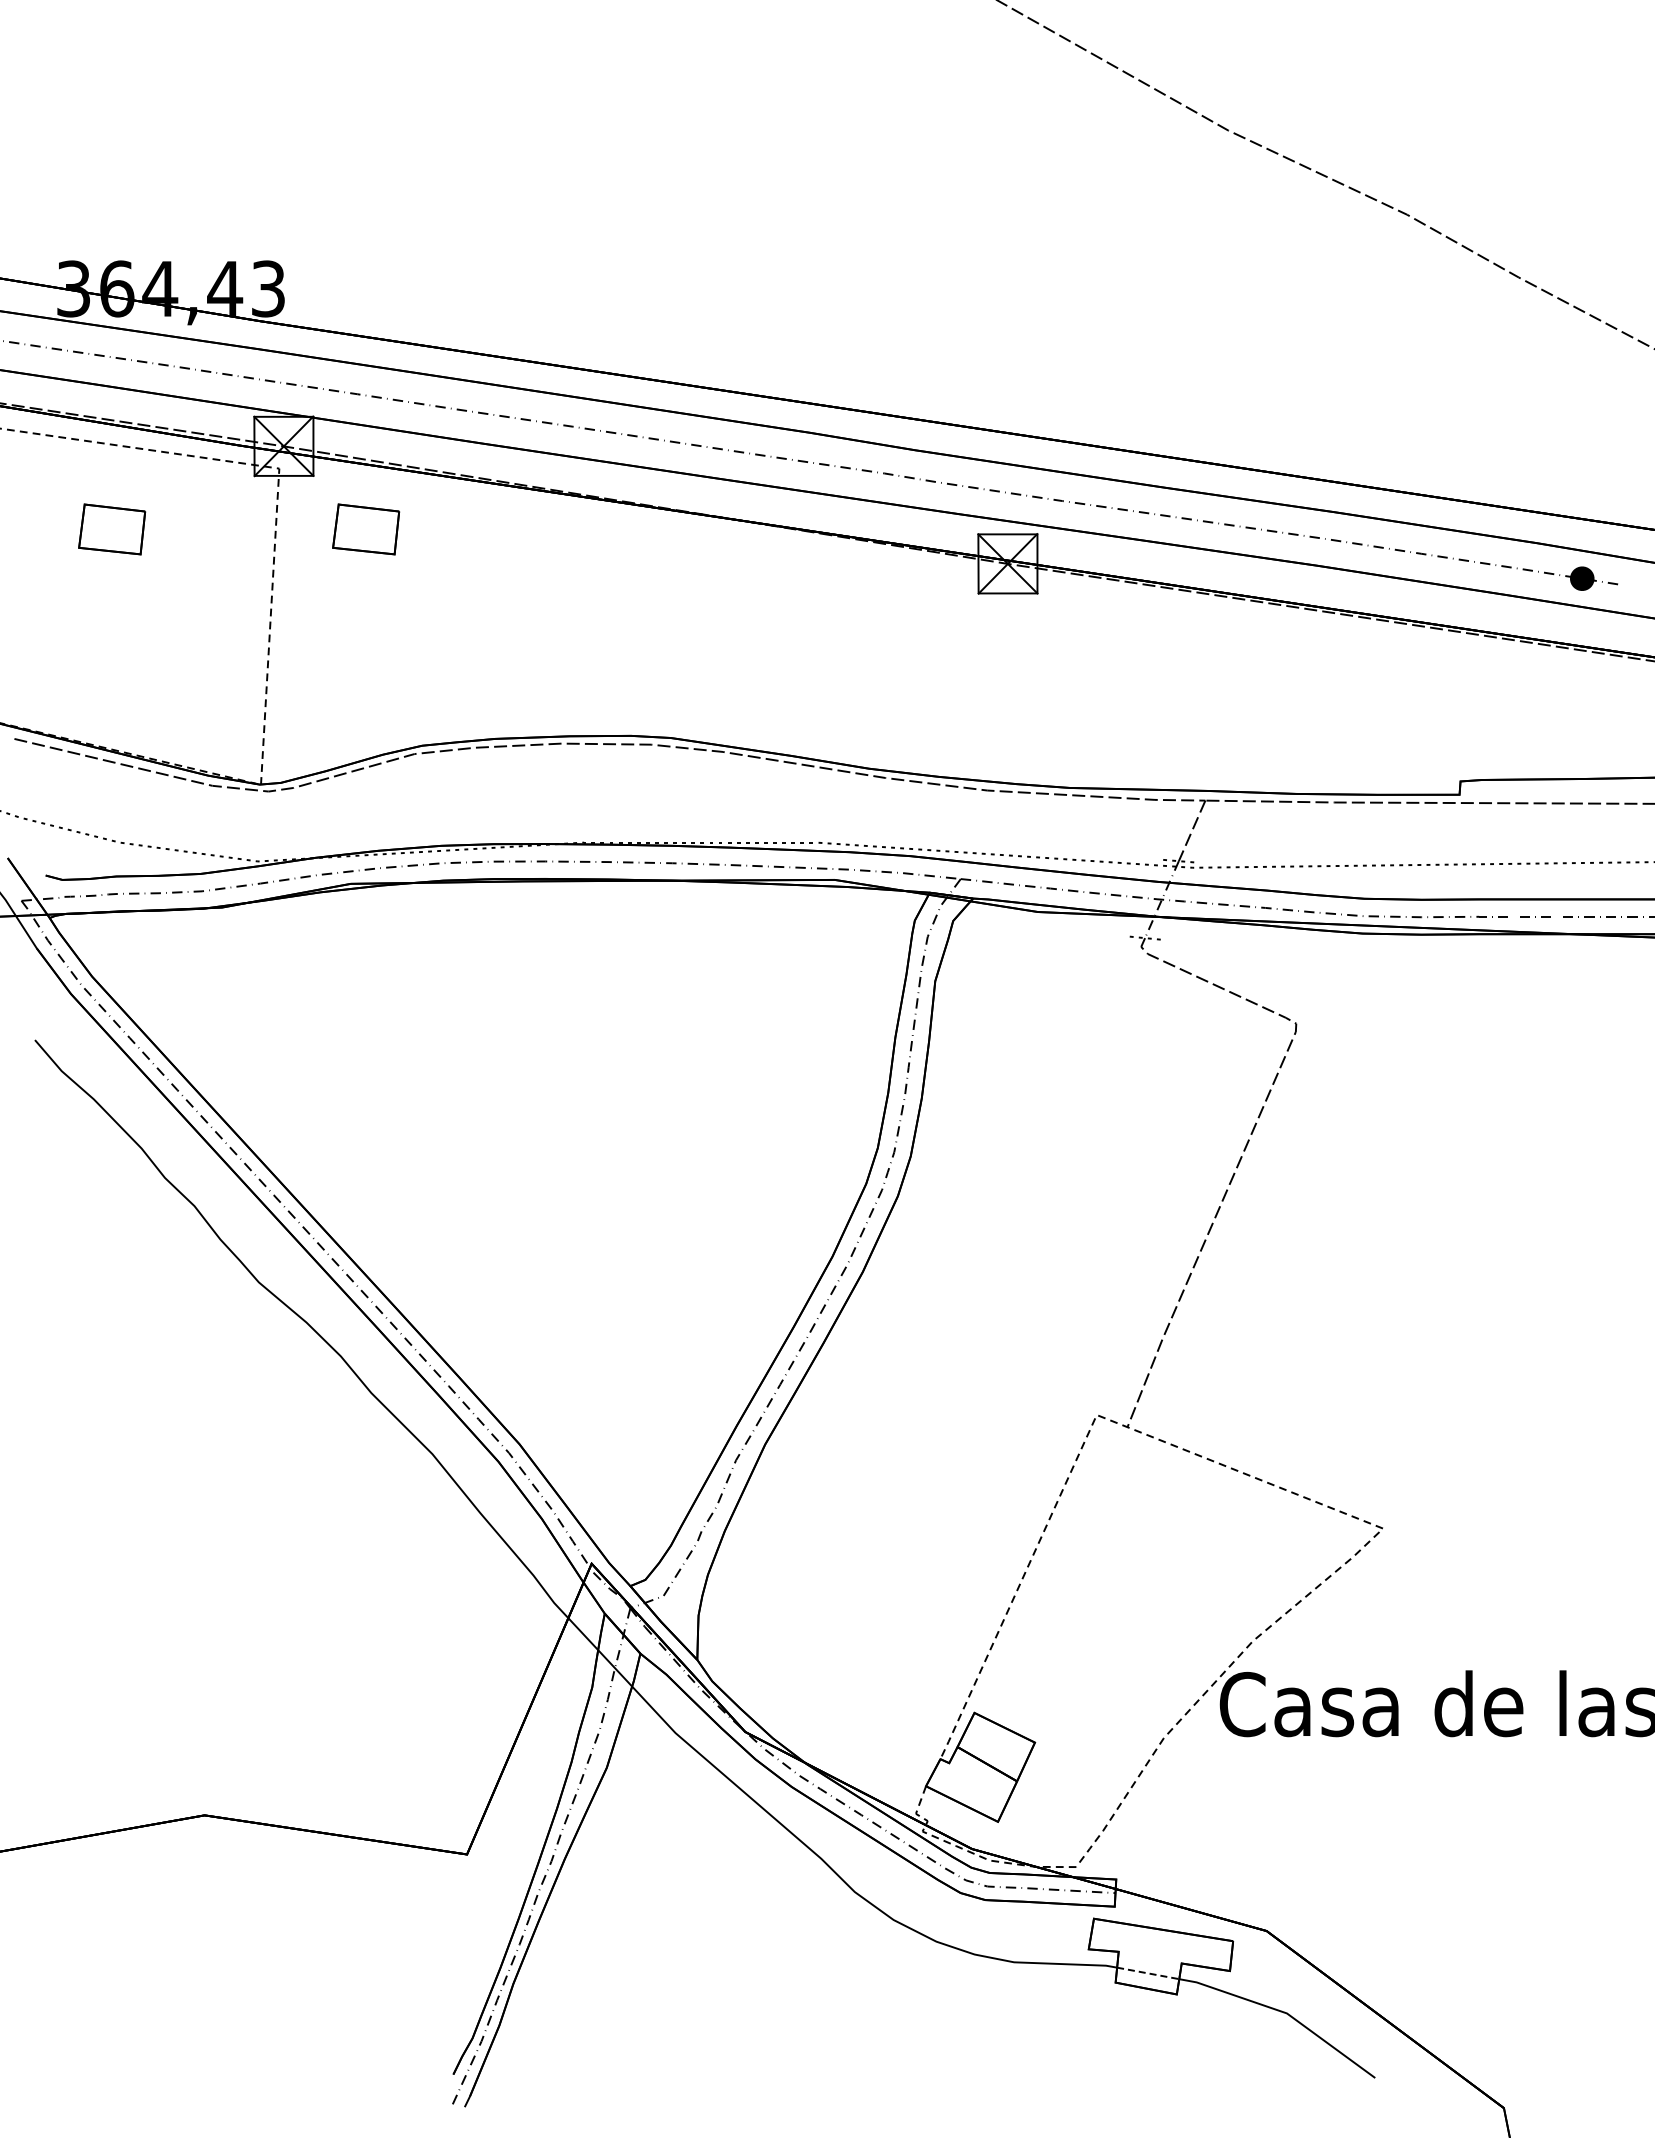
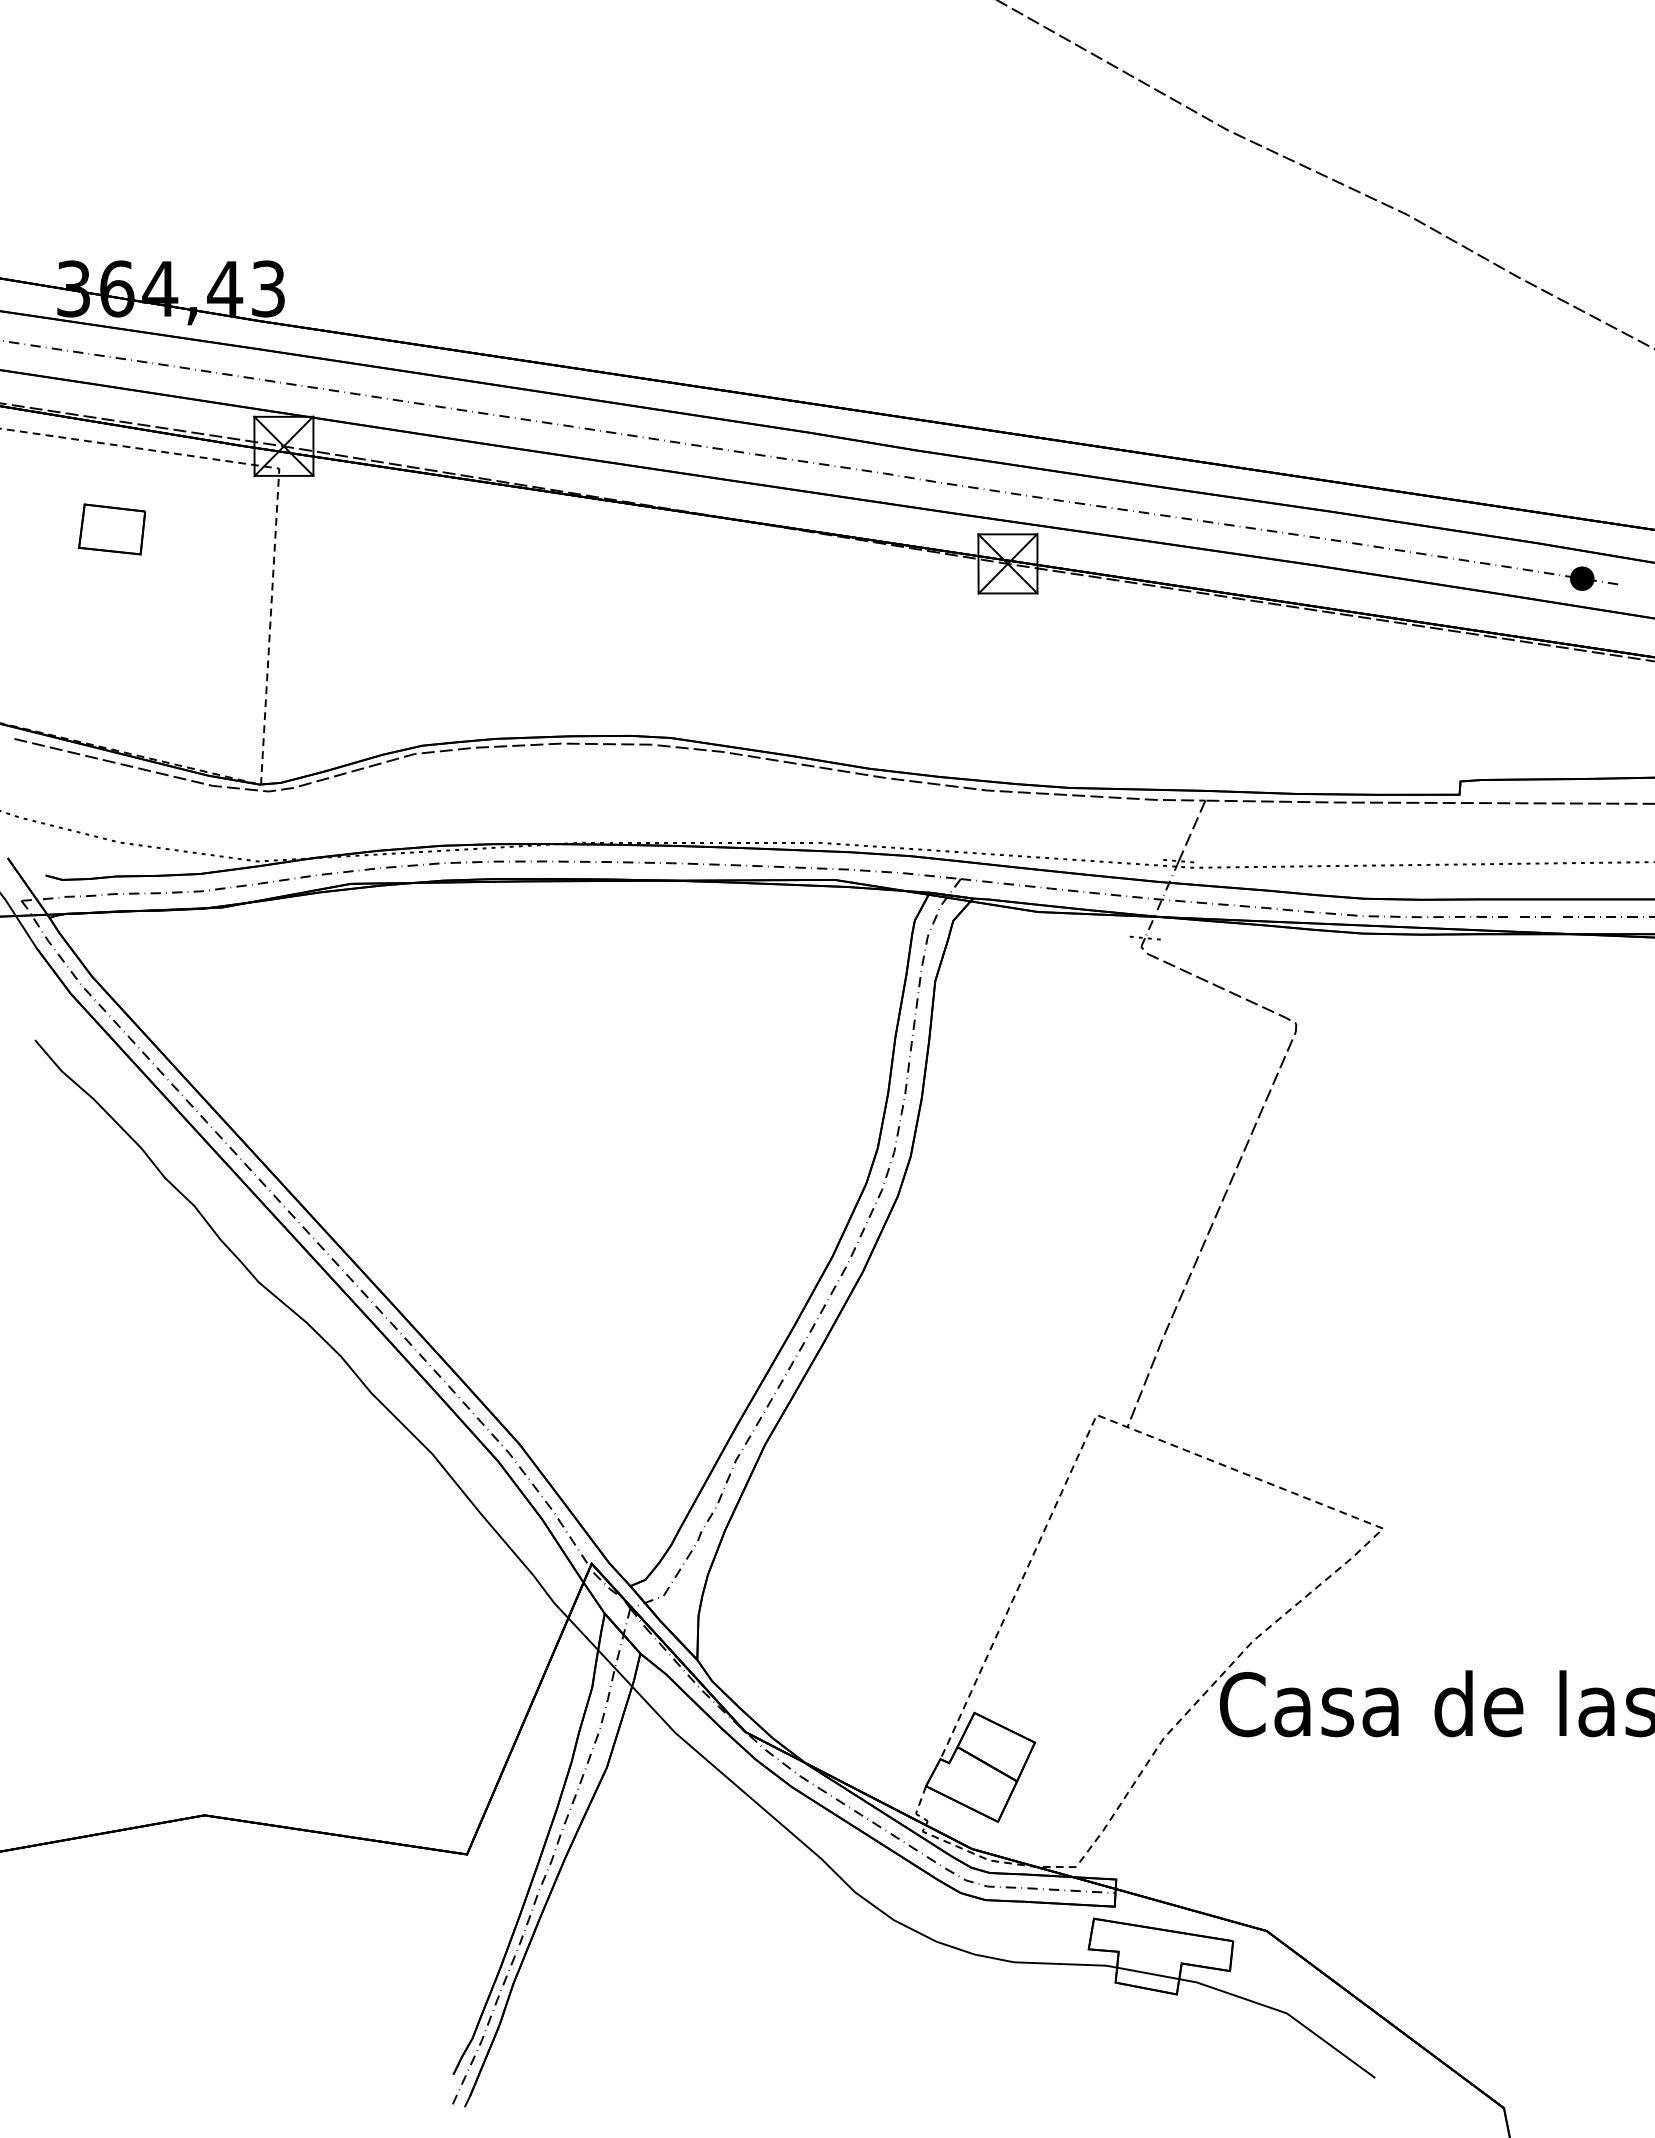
part at (366, 529): present -> none
line at (1148, 1973): dashed -> solid
